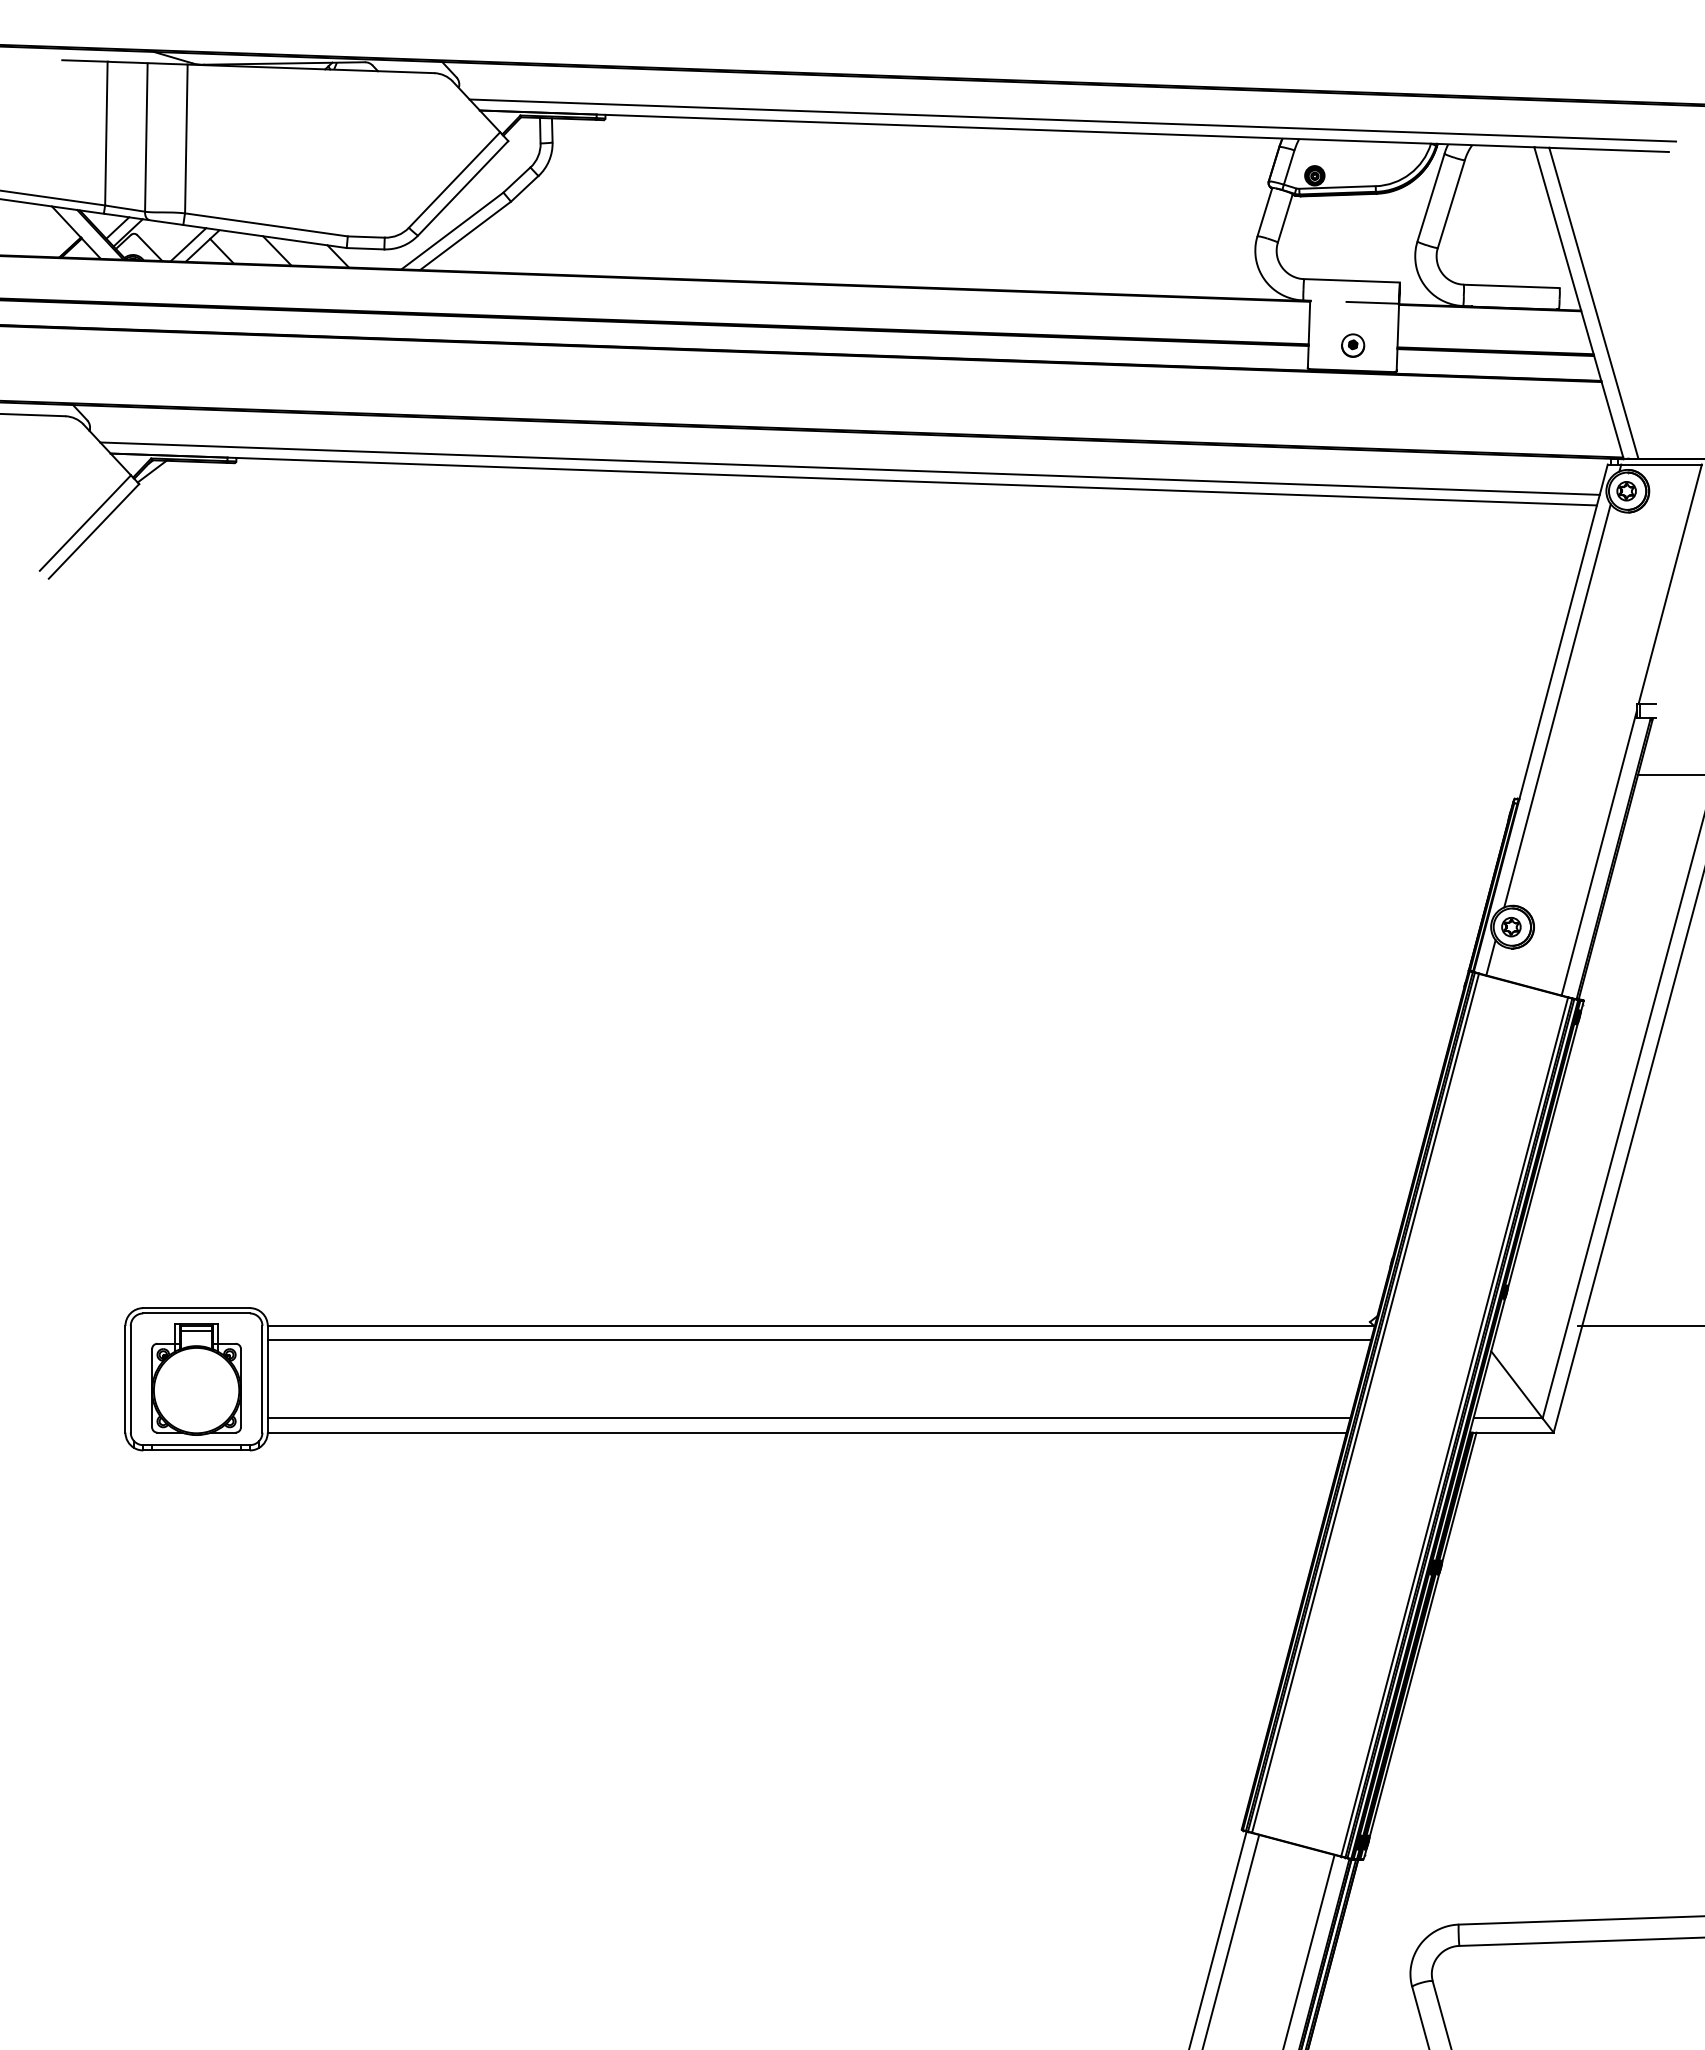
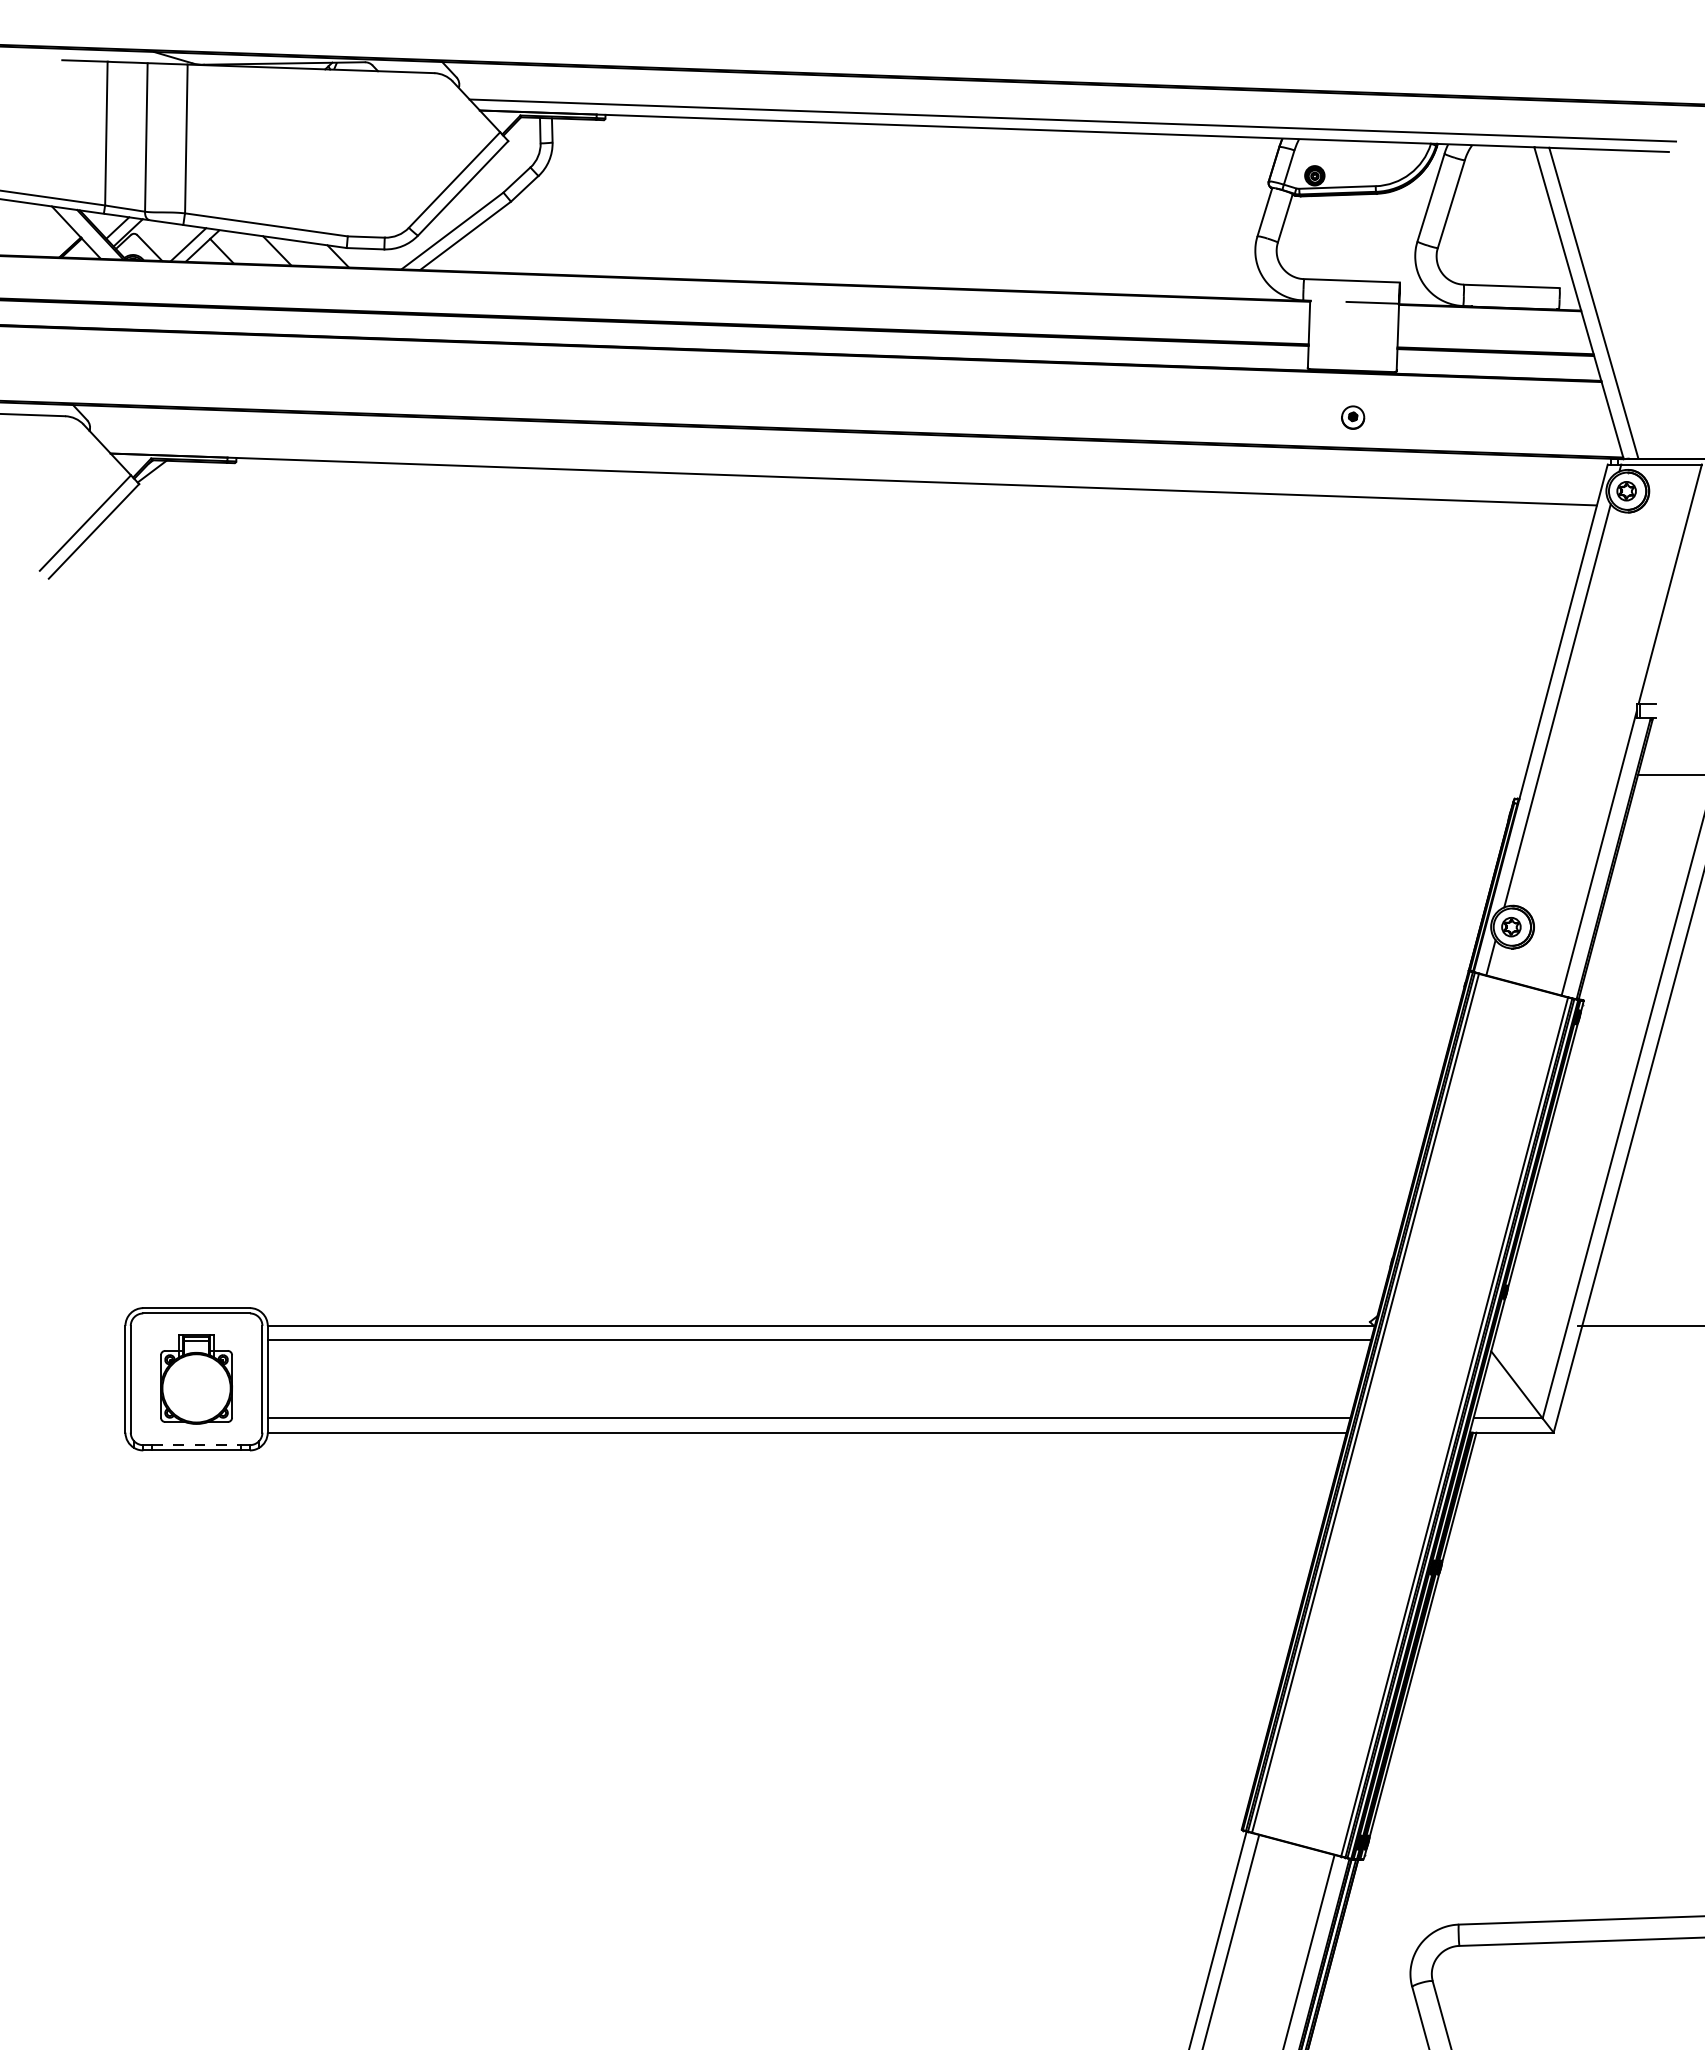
part at (1353, 345) position: (1353, 345) -> (1353, 417)
line at (849, 468): present -> none
part at (196, 1379) size: 91x113 px -> 73x91 px
line at (197, 1445): solid -> dashed
